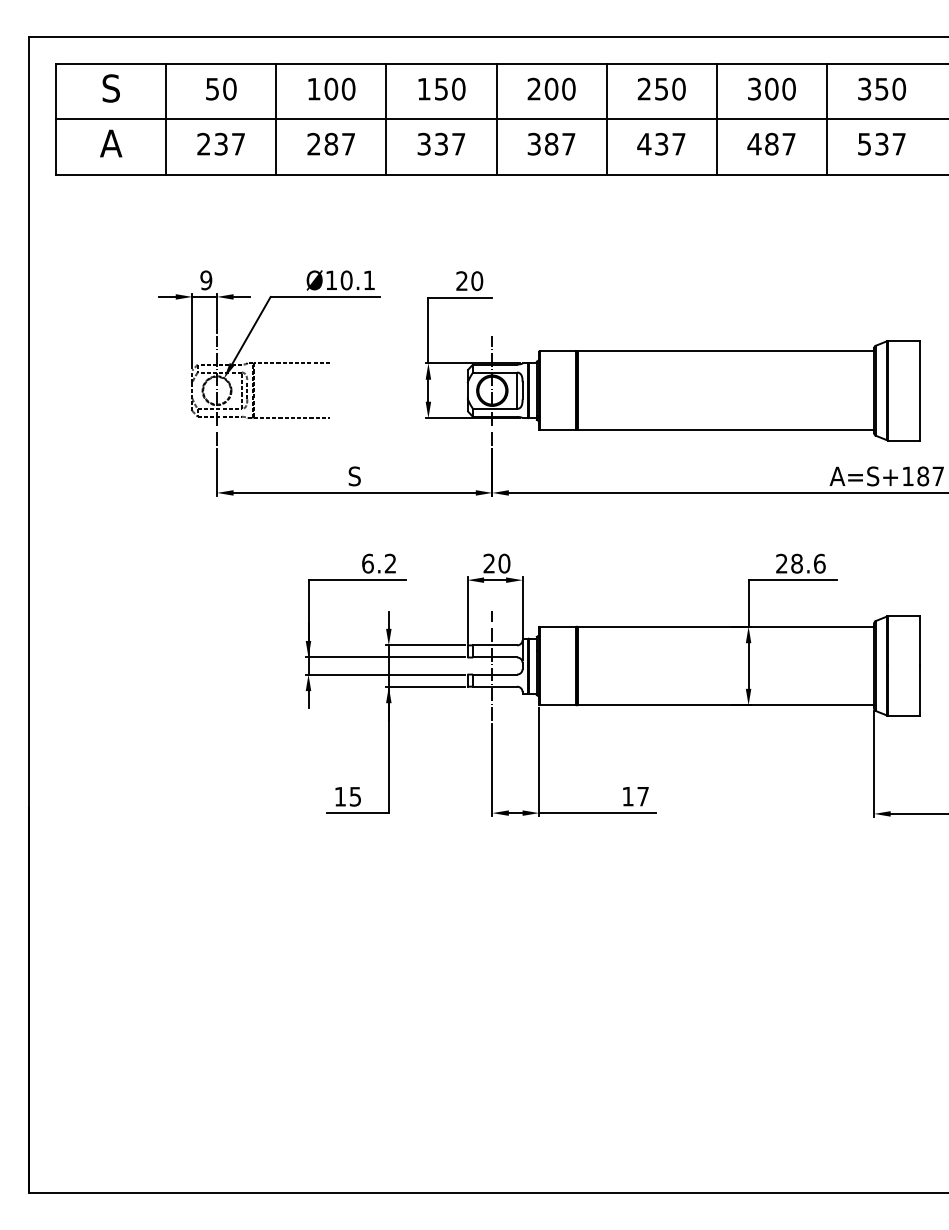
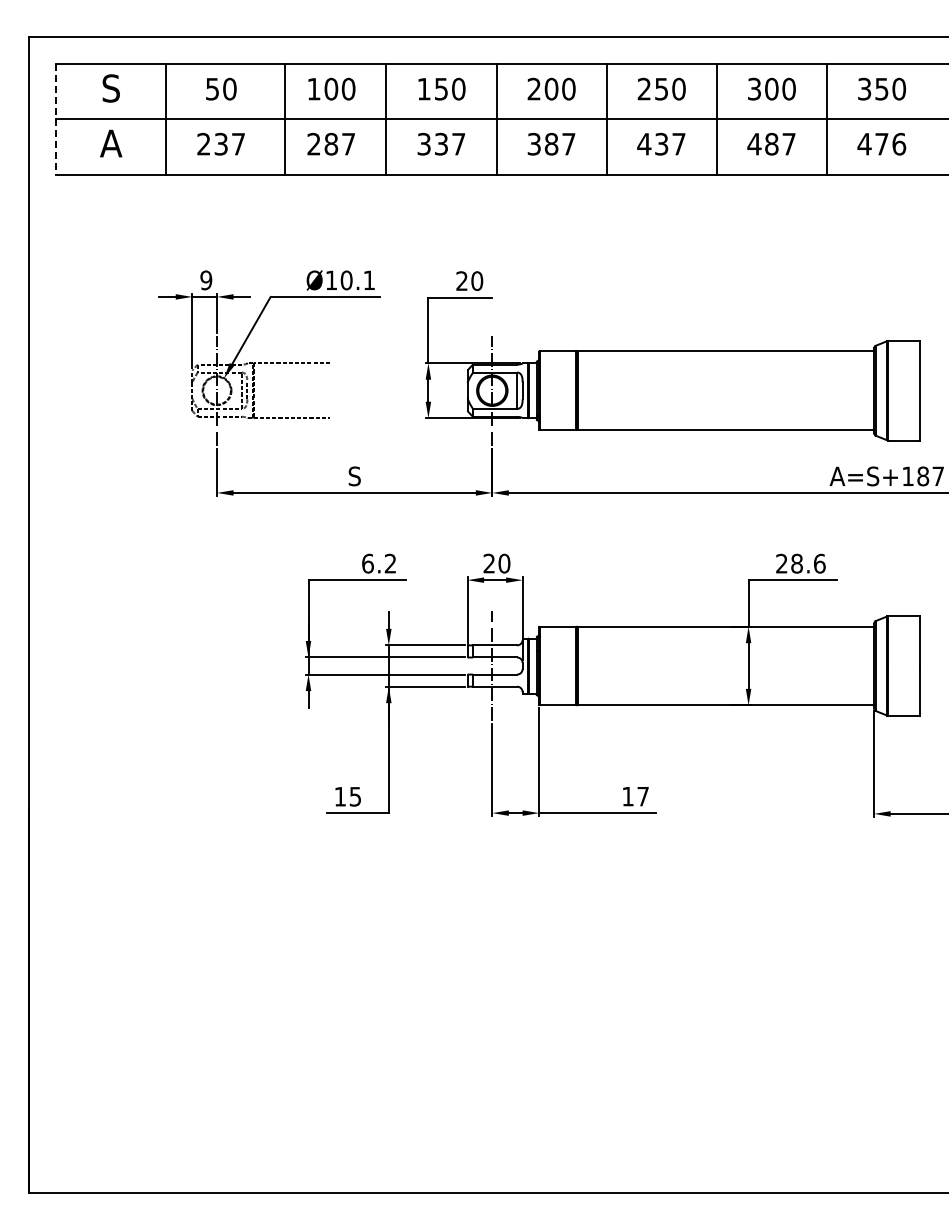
line at (56, 119): solid -> dashed
line at (276, 119) position: (276, 119) -> (285, 119)
text at (881, 143): 537 -> 476
